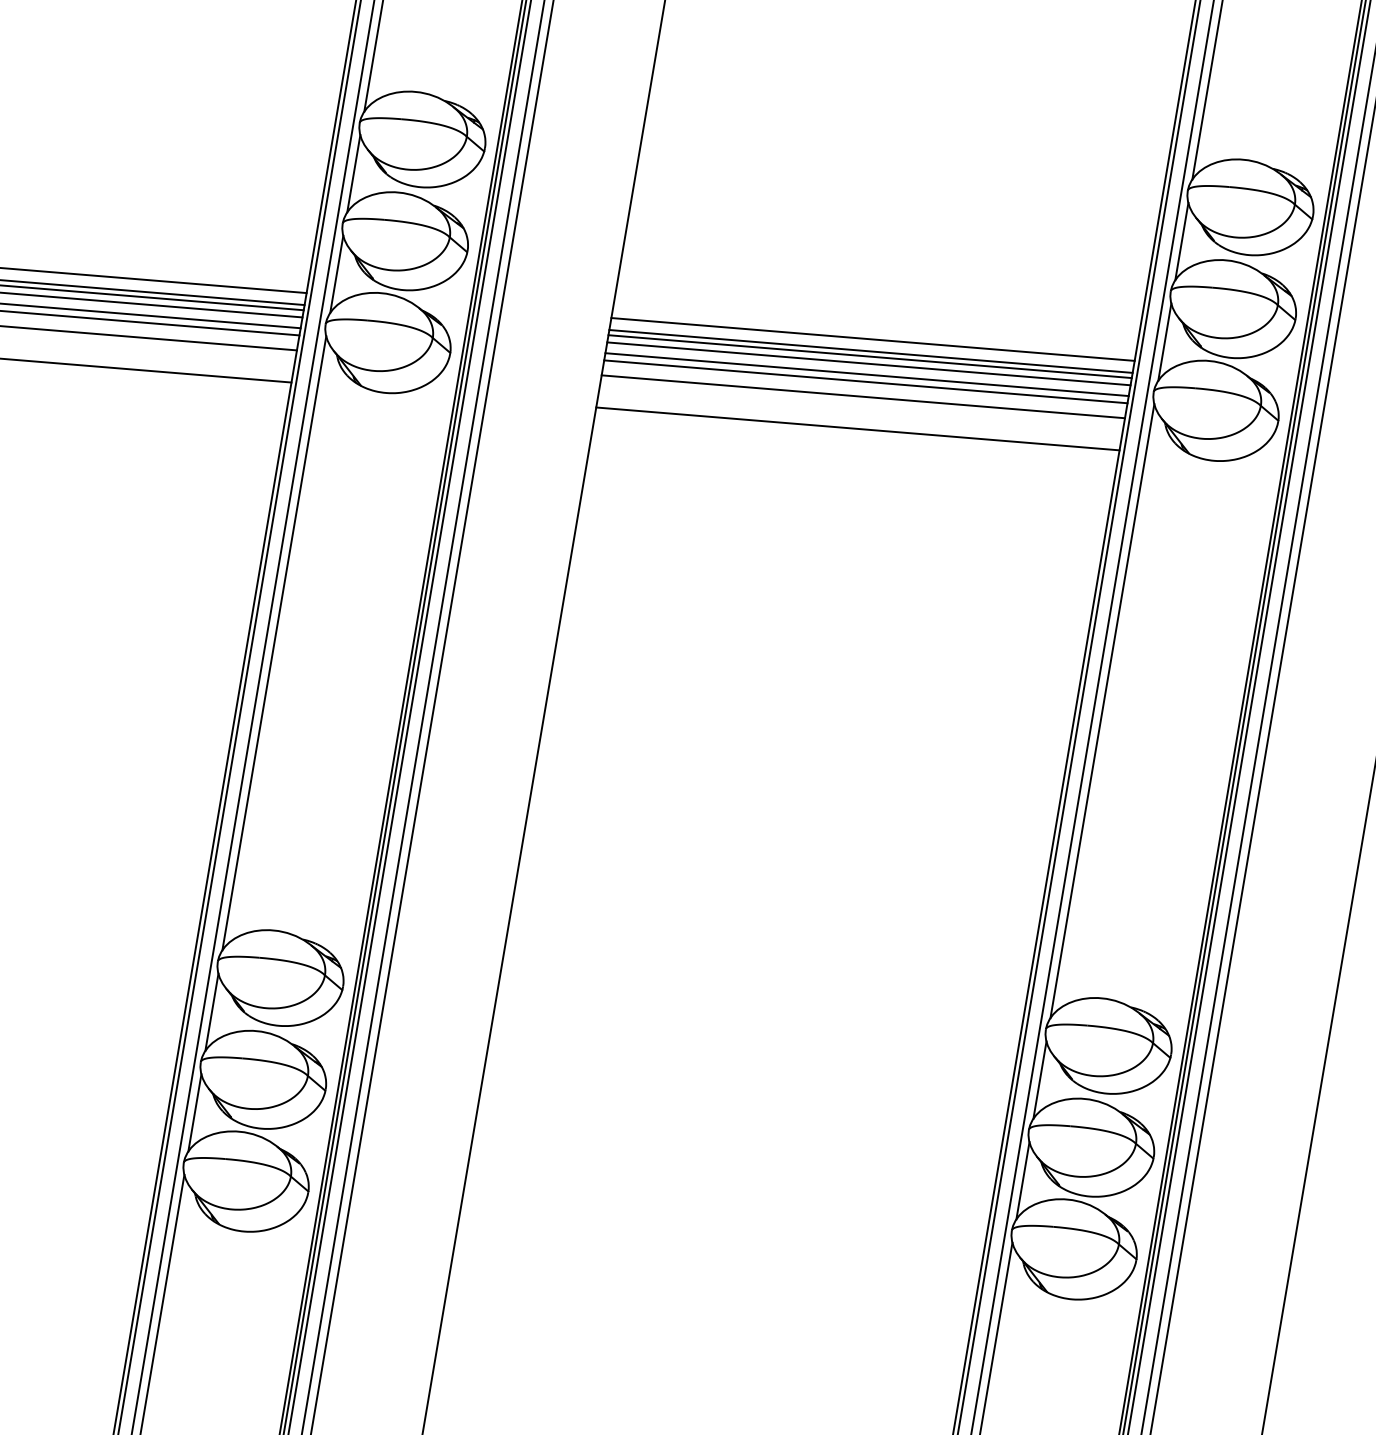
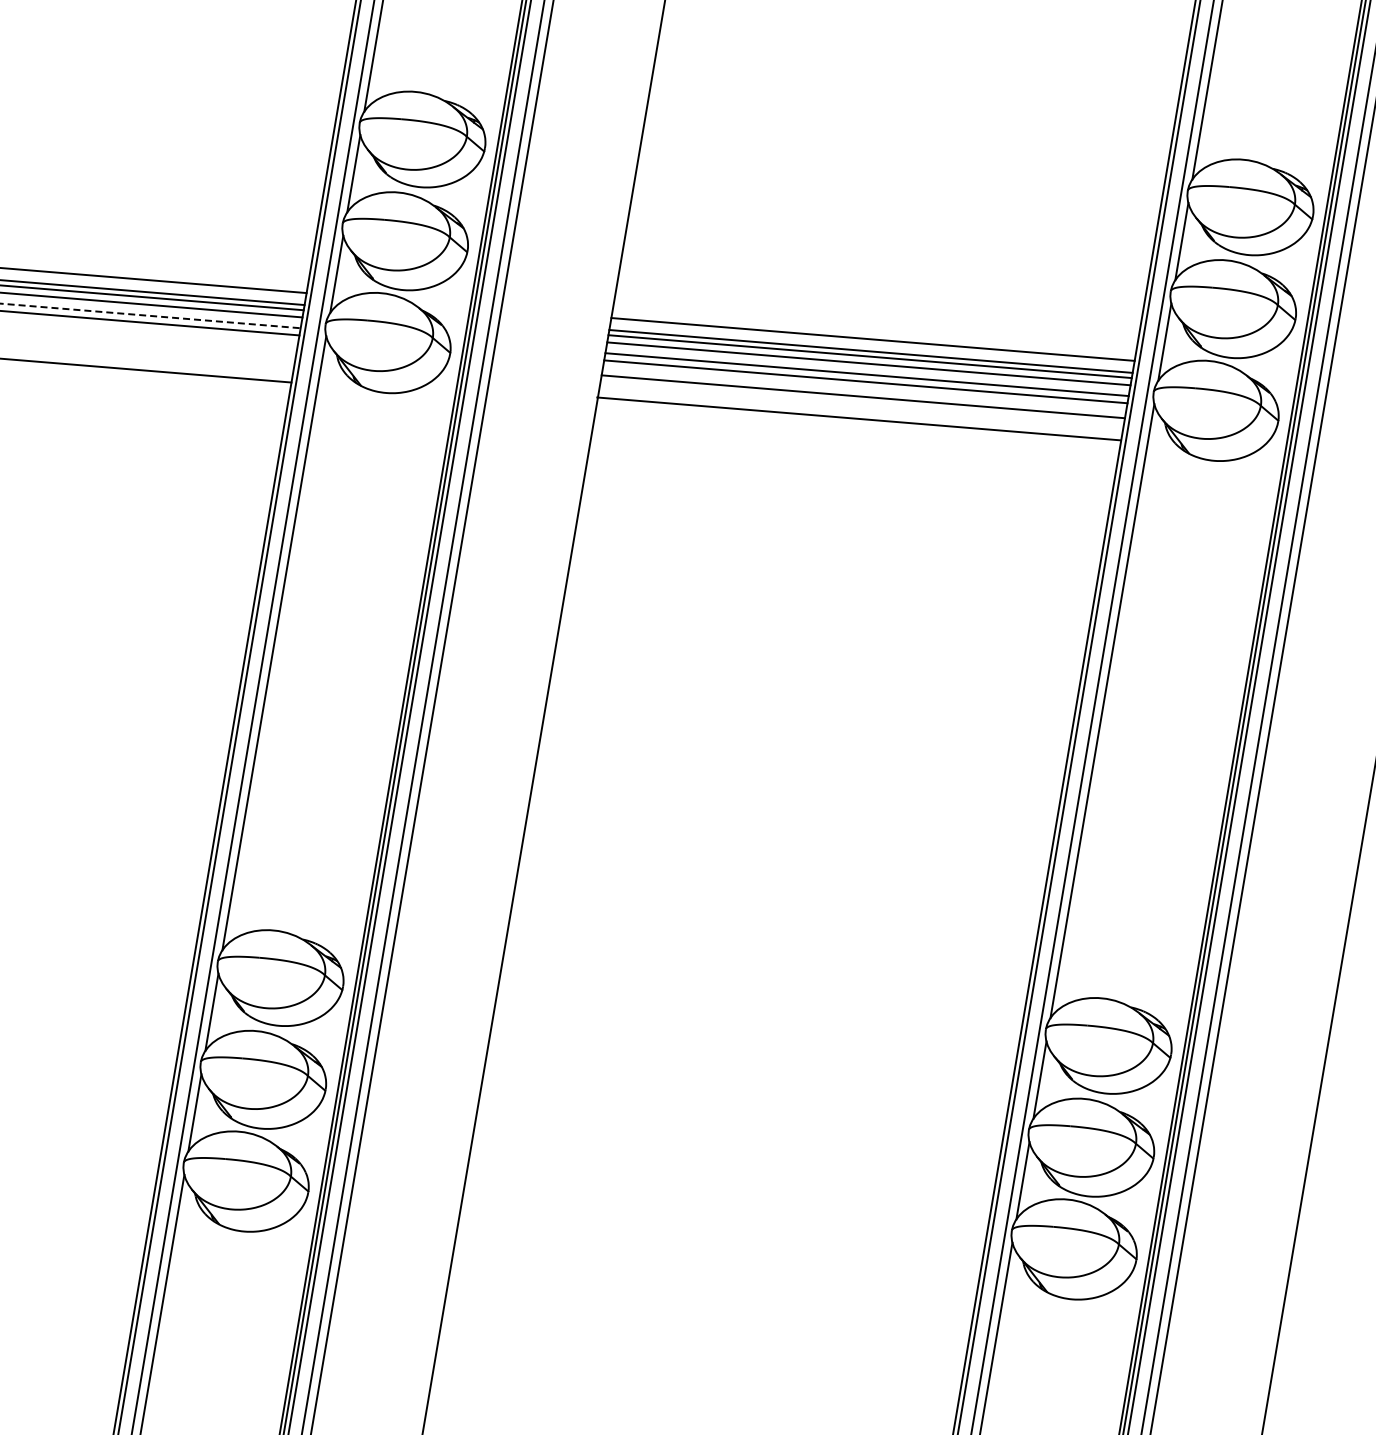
line at (150, 315): solid -> dashed
line at (149, 338): present -> none
line at (857, 428) position: (857, 428) -> (858, 418)
